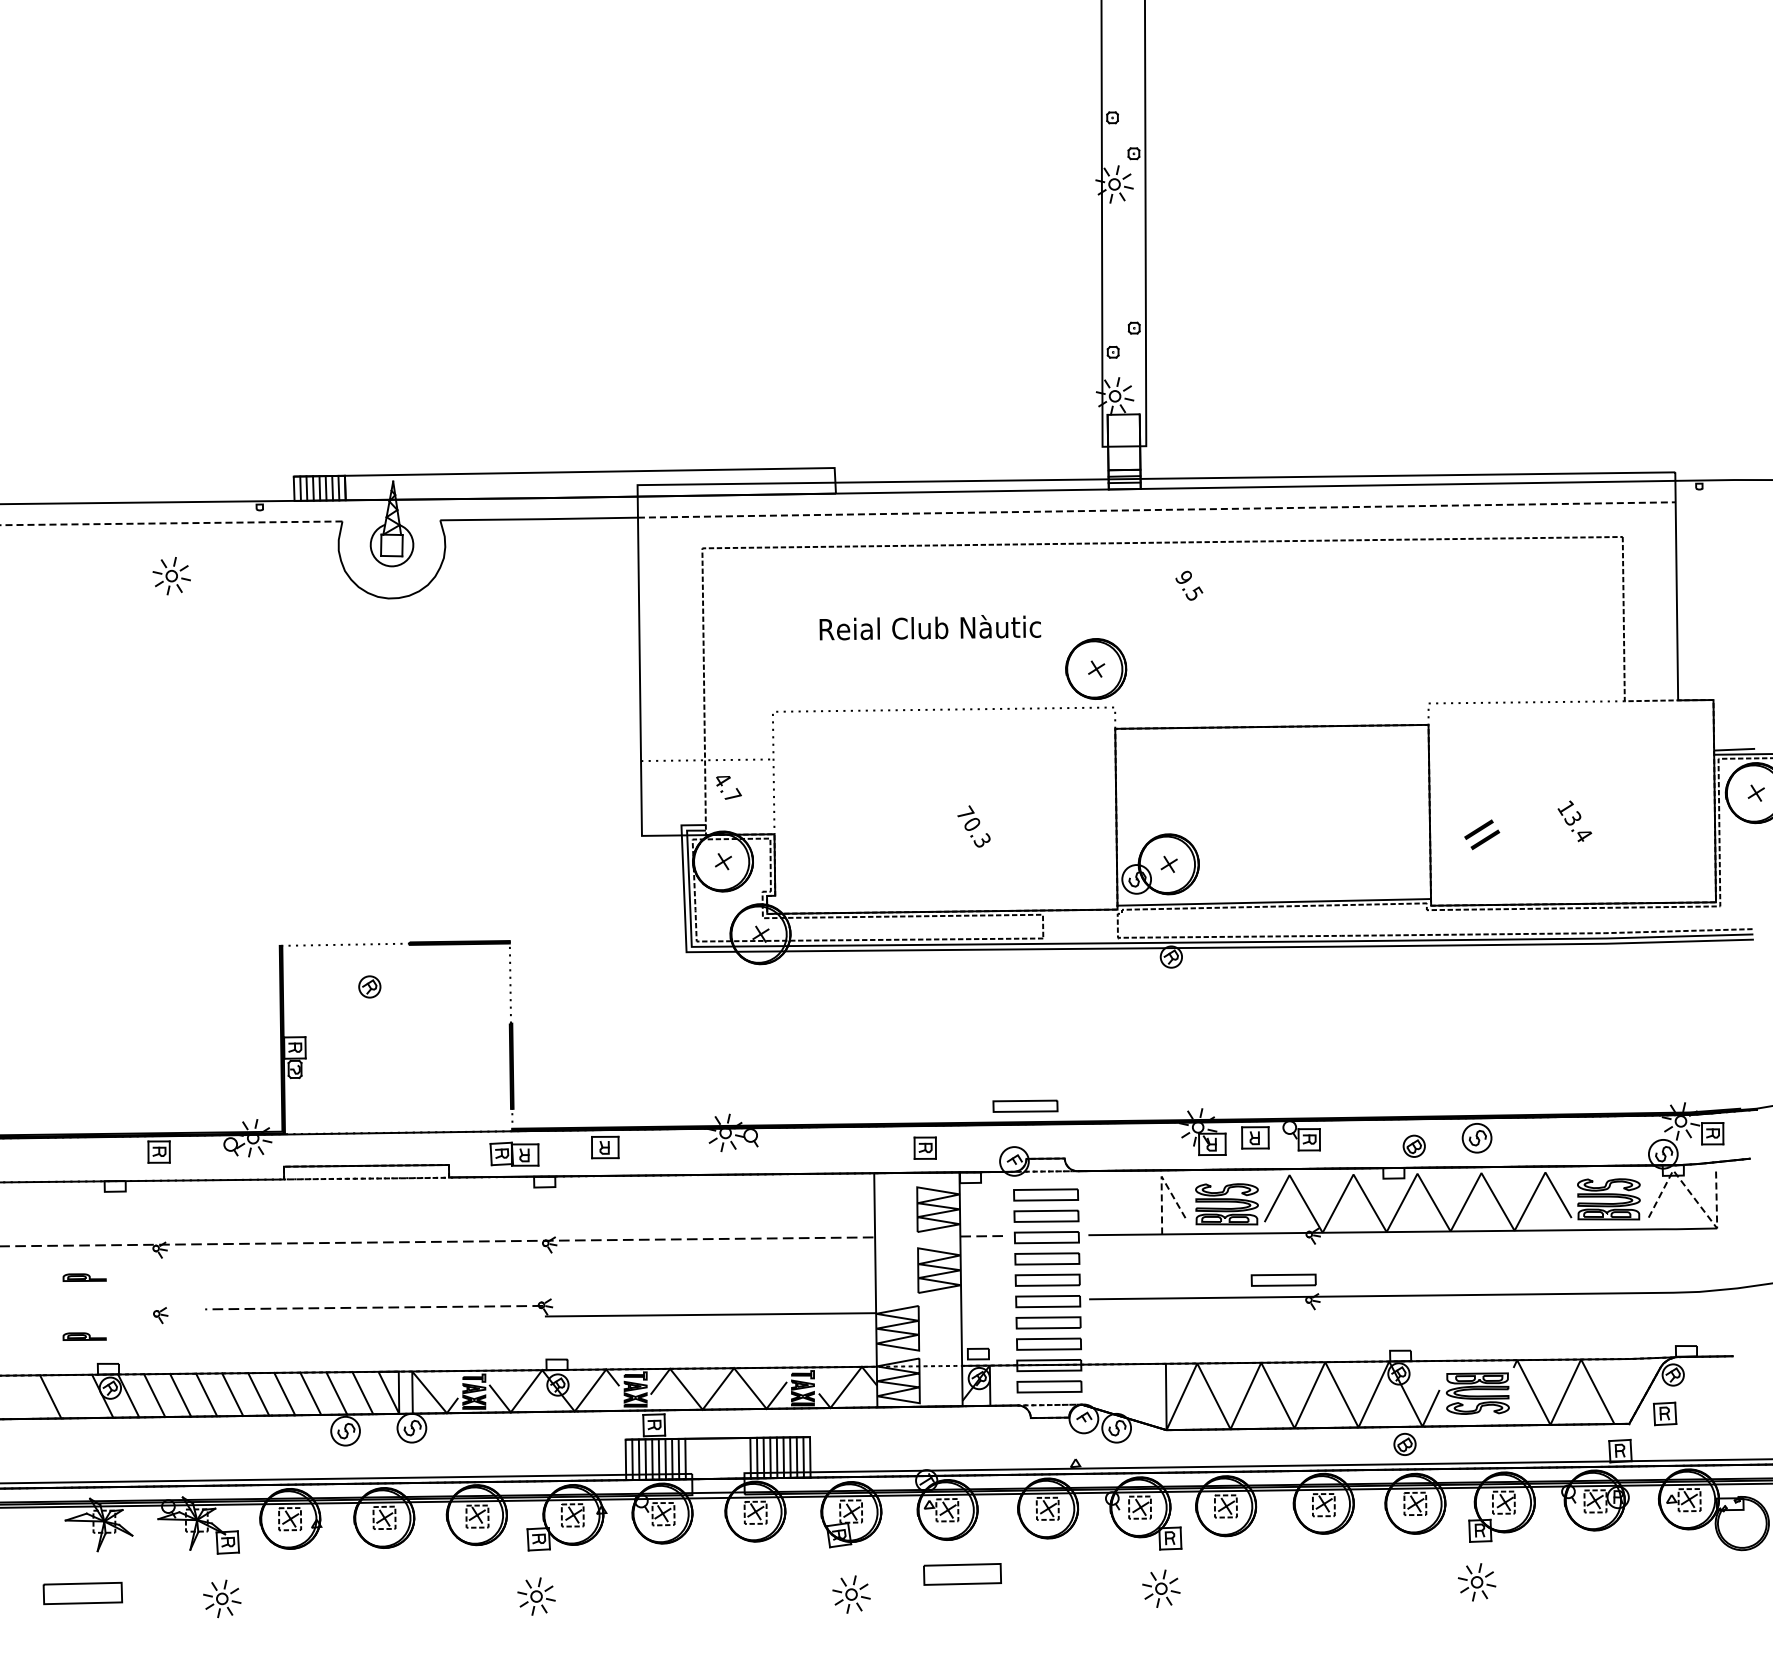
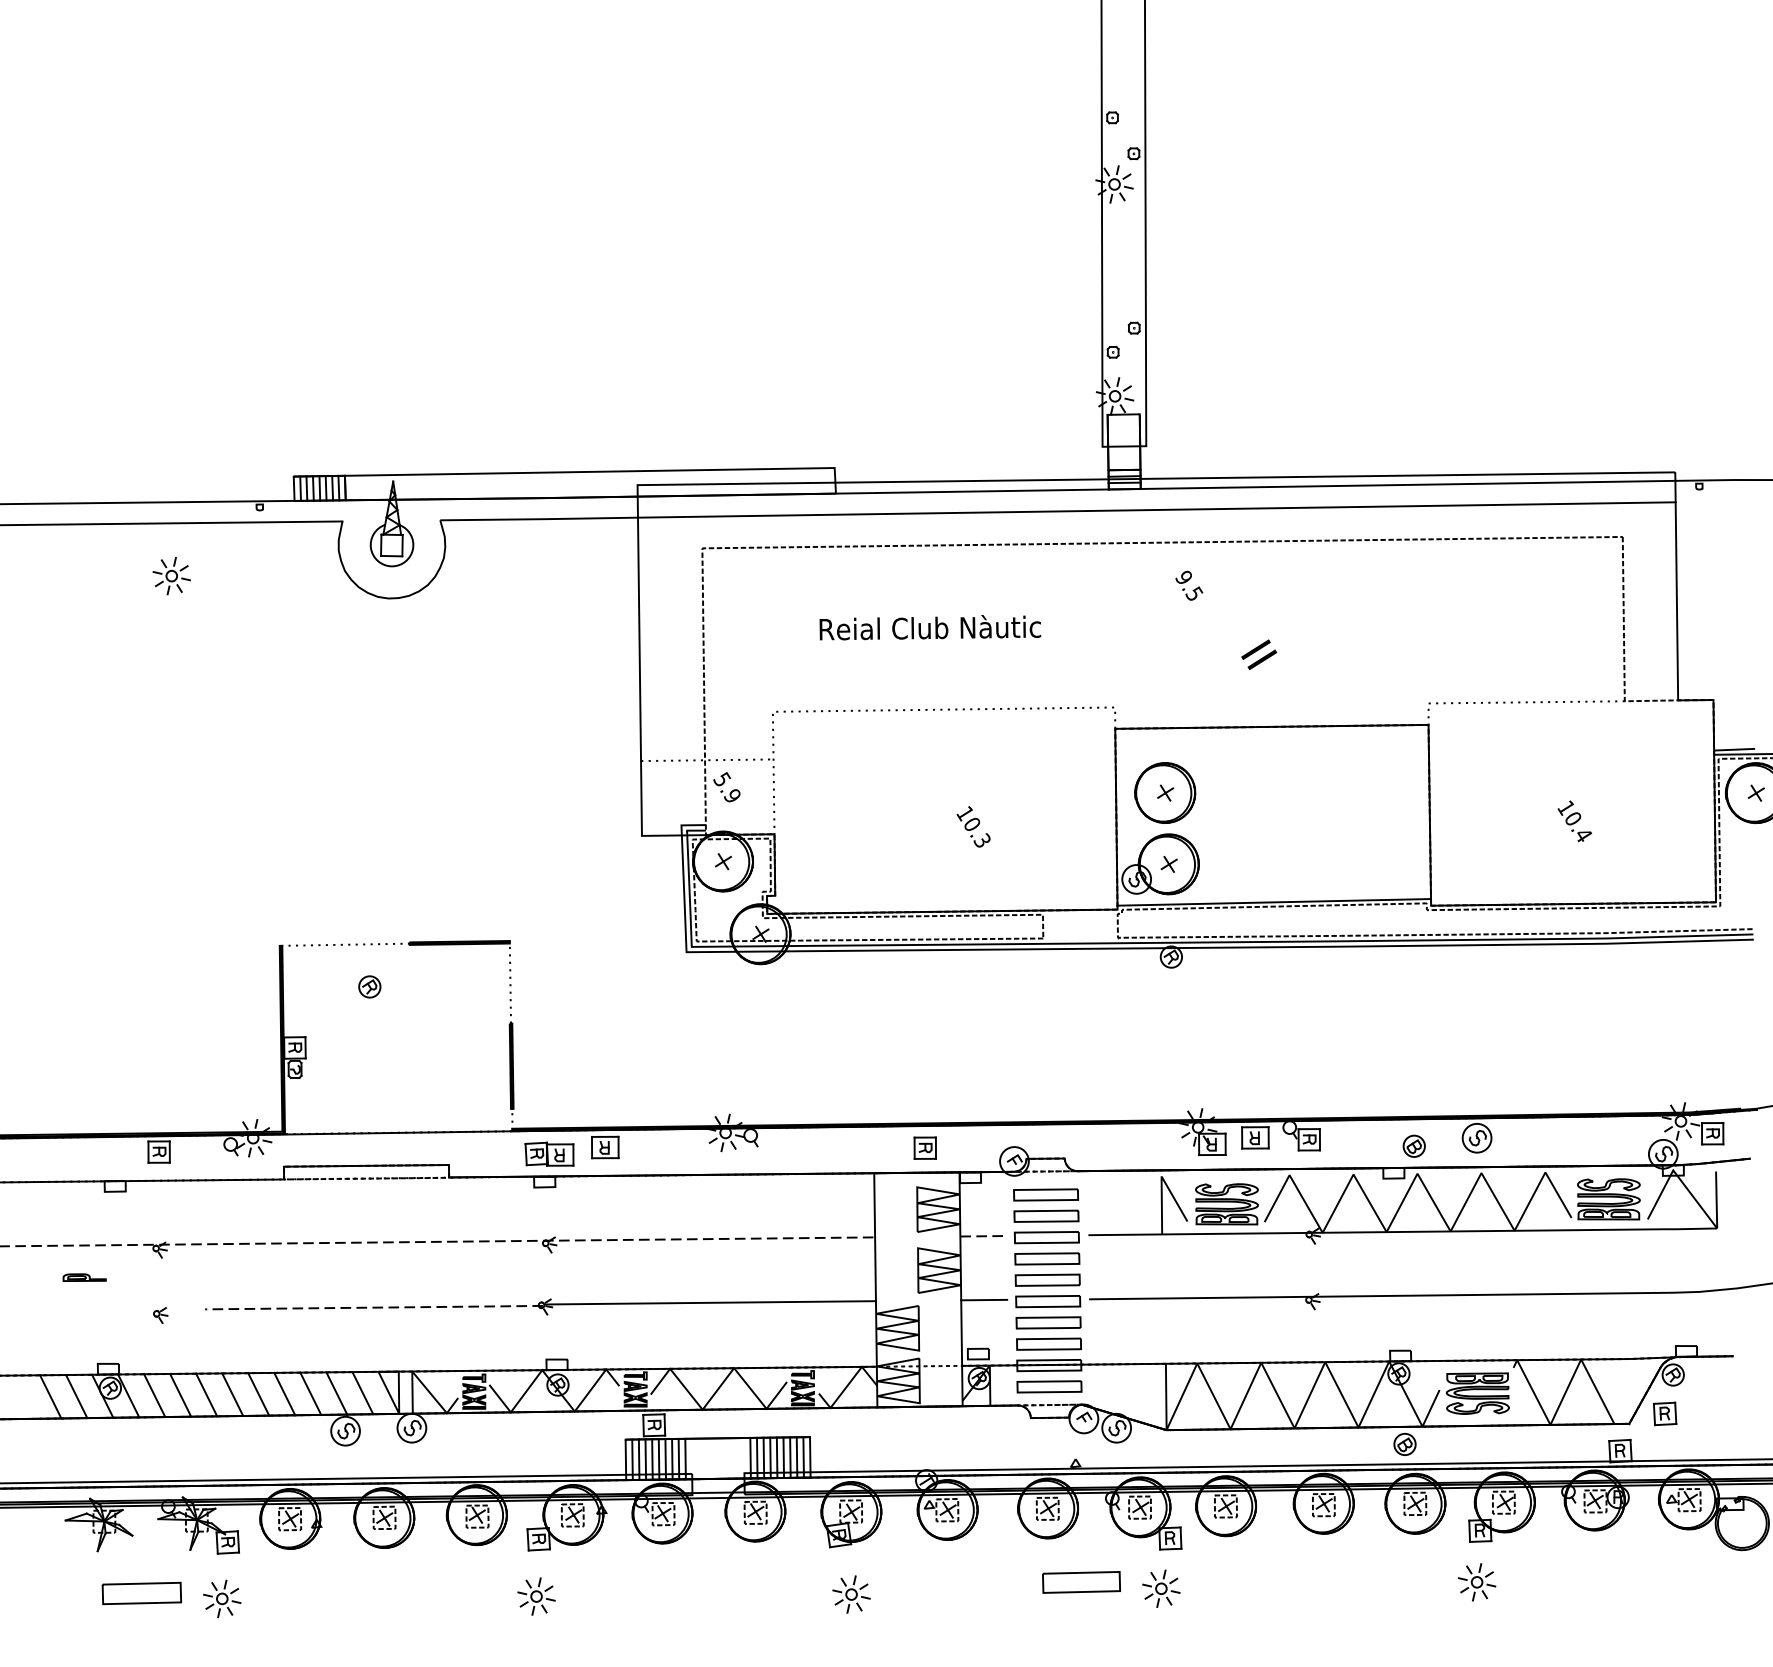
line at (1156, 509): dashed -> solid
line at (171, 523): dashed -> solid
part at (1096, 668) position: (1096, 668) -> (1165, 792)
text at (727, 787): 4.7 -> 5.9
text at (965, 813): 70.3 -> 10.3
text at (1572, 818): 13.4 -> 10.4
text at (1482, 834) position: (1482, 834) -> (1259, 654)
part at (1025, 1105): present -> none
part at (514, 1153) position: (514, 1153) -> (549, 1153)
line at (1161, 1178): dashed -> solid
line at (1695, 1199): dashed -> solid
part at (1283, 1279): present -> none
line at (984, 1299): none -> present
line at (710, 1314) position: (710, 1314) -> (710, 1302)
part at (84, 1336): present -> none
line at (76, 1396): none -> present
part at (962, 1574) position: (962, 1574) -> (1081, 1582)
part at (82, 1593) position: (82, 1593) -> (141, 1593)
